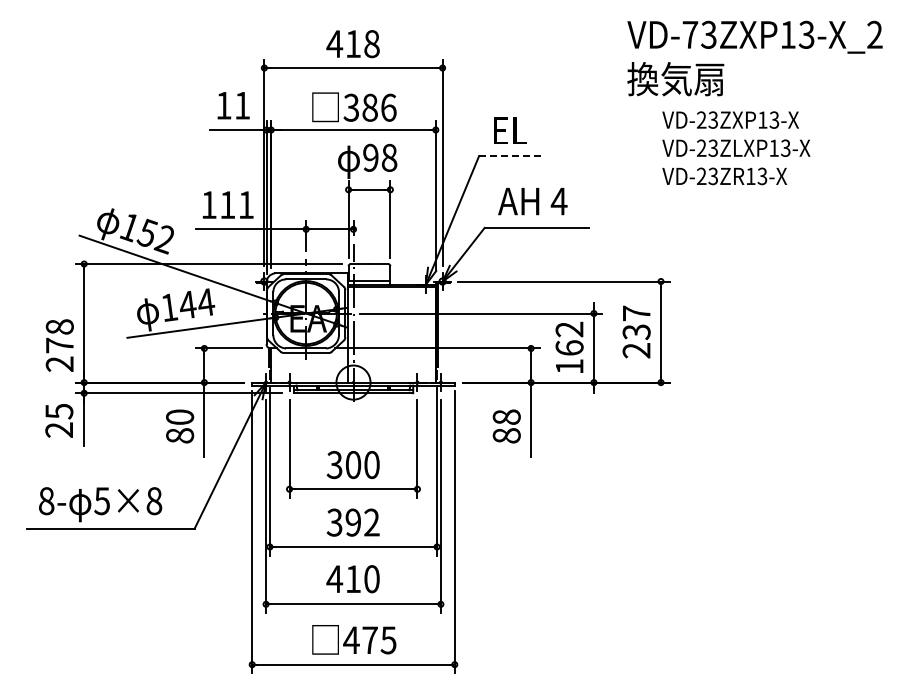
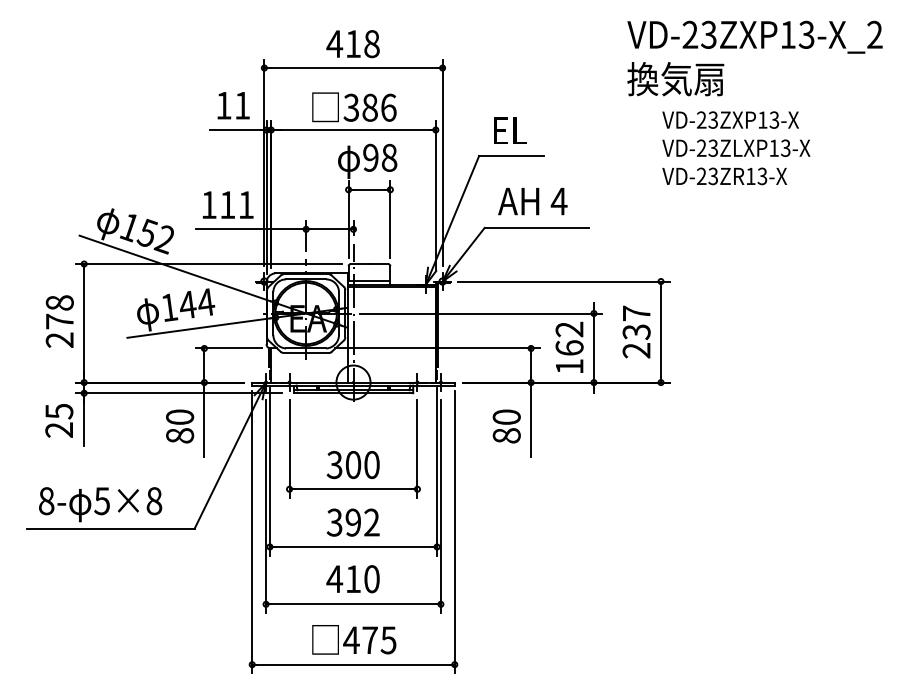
text at (690, 34): VD-73ZXP13-X_2 -> VD-23ZXP13-X_2
line at (512, 155): dashed -> solid
text at (59, 345) position: (59, 345) -> (59, 321)
text at (506, 416): 88 -> 80
